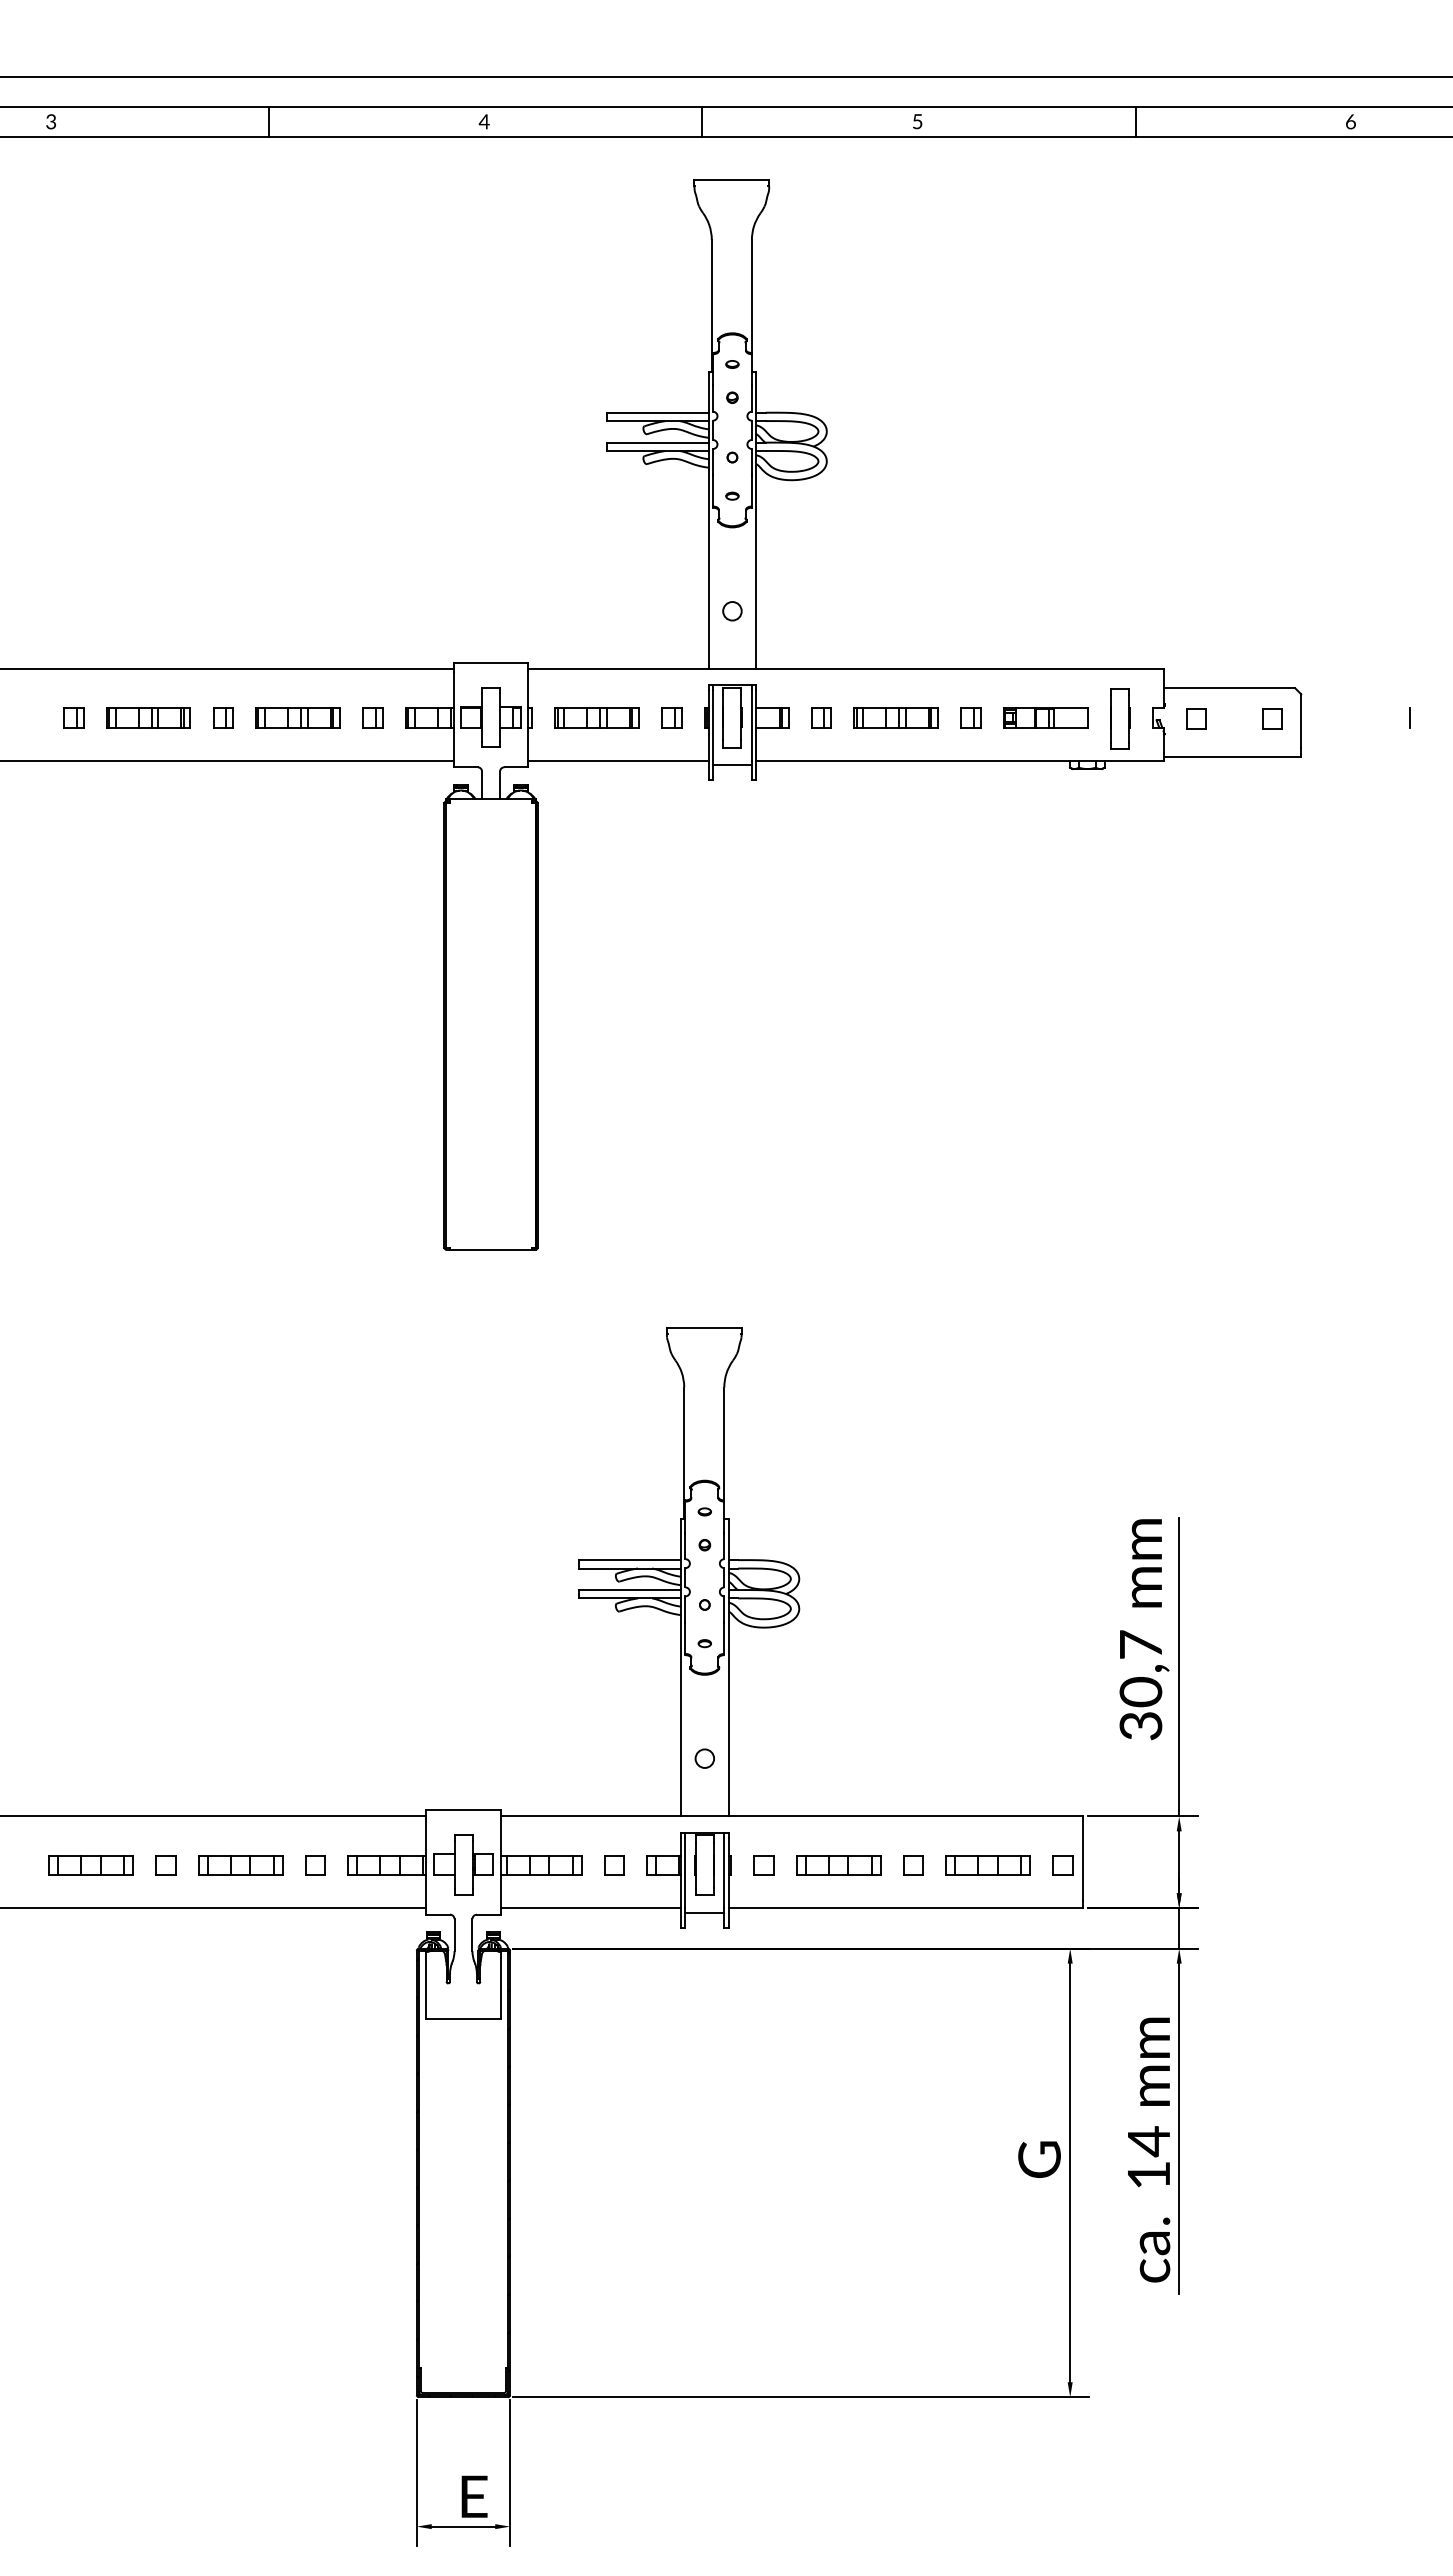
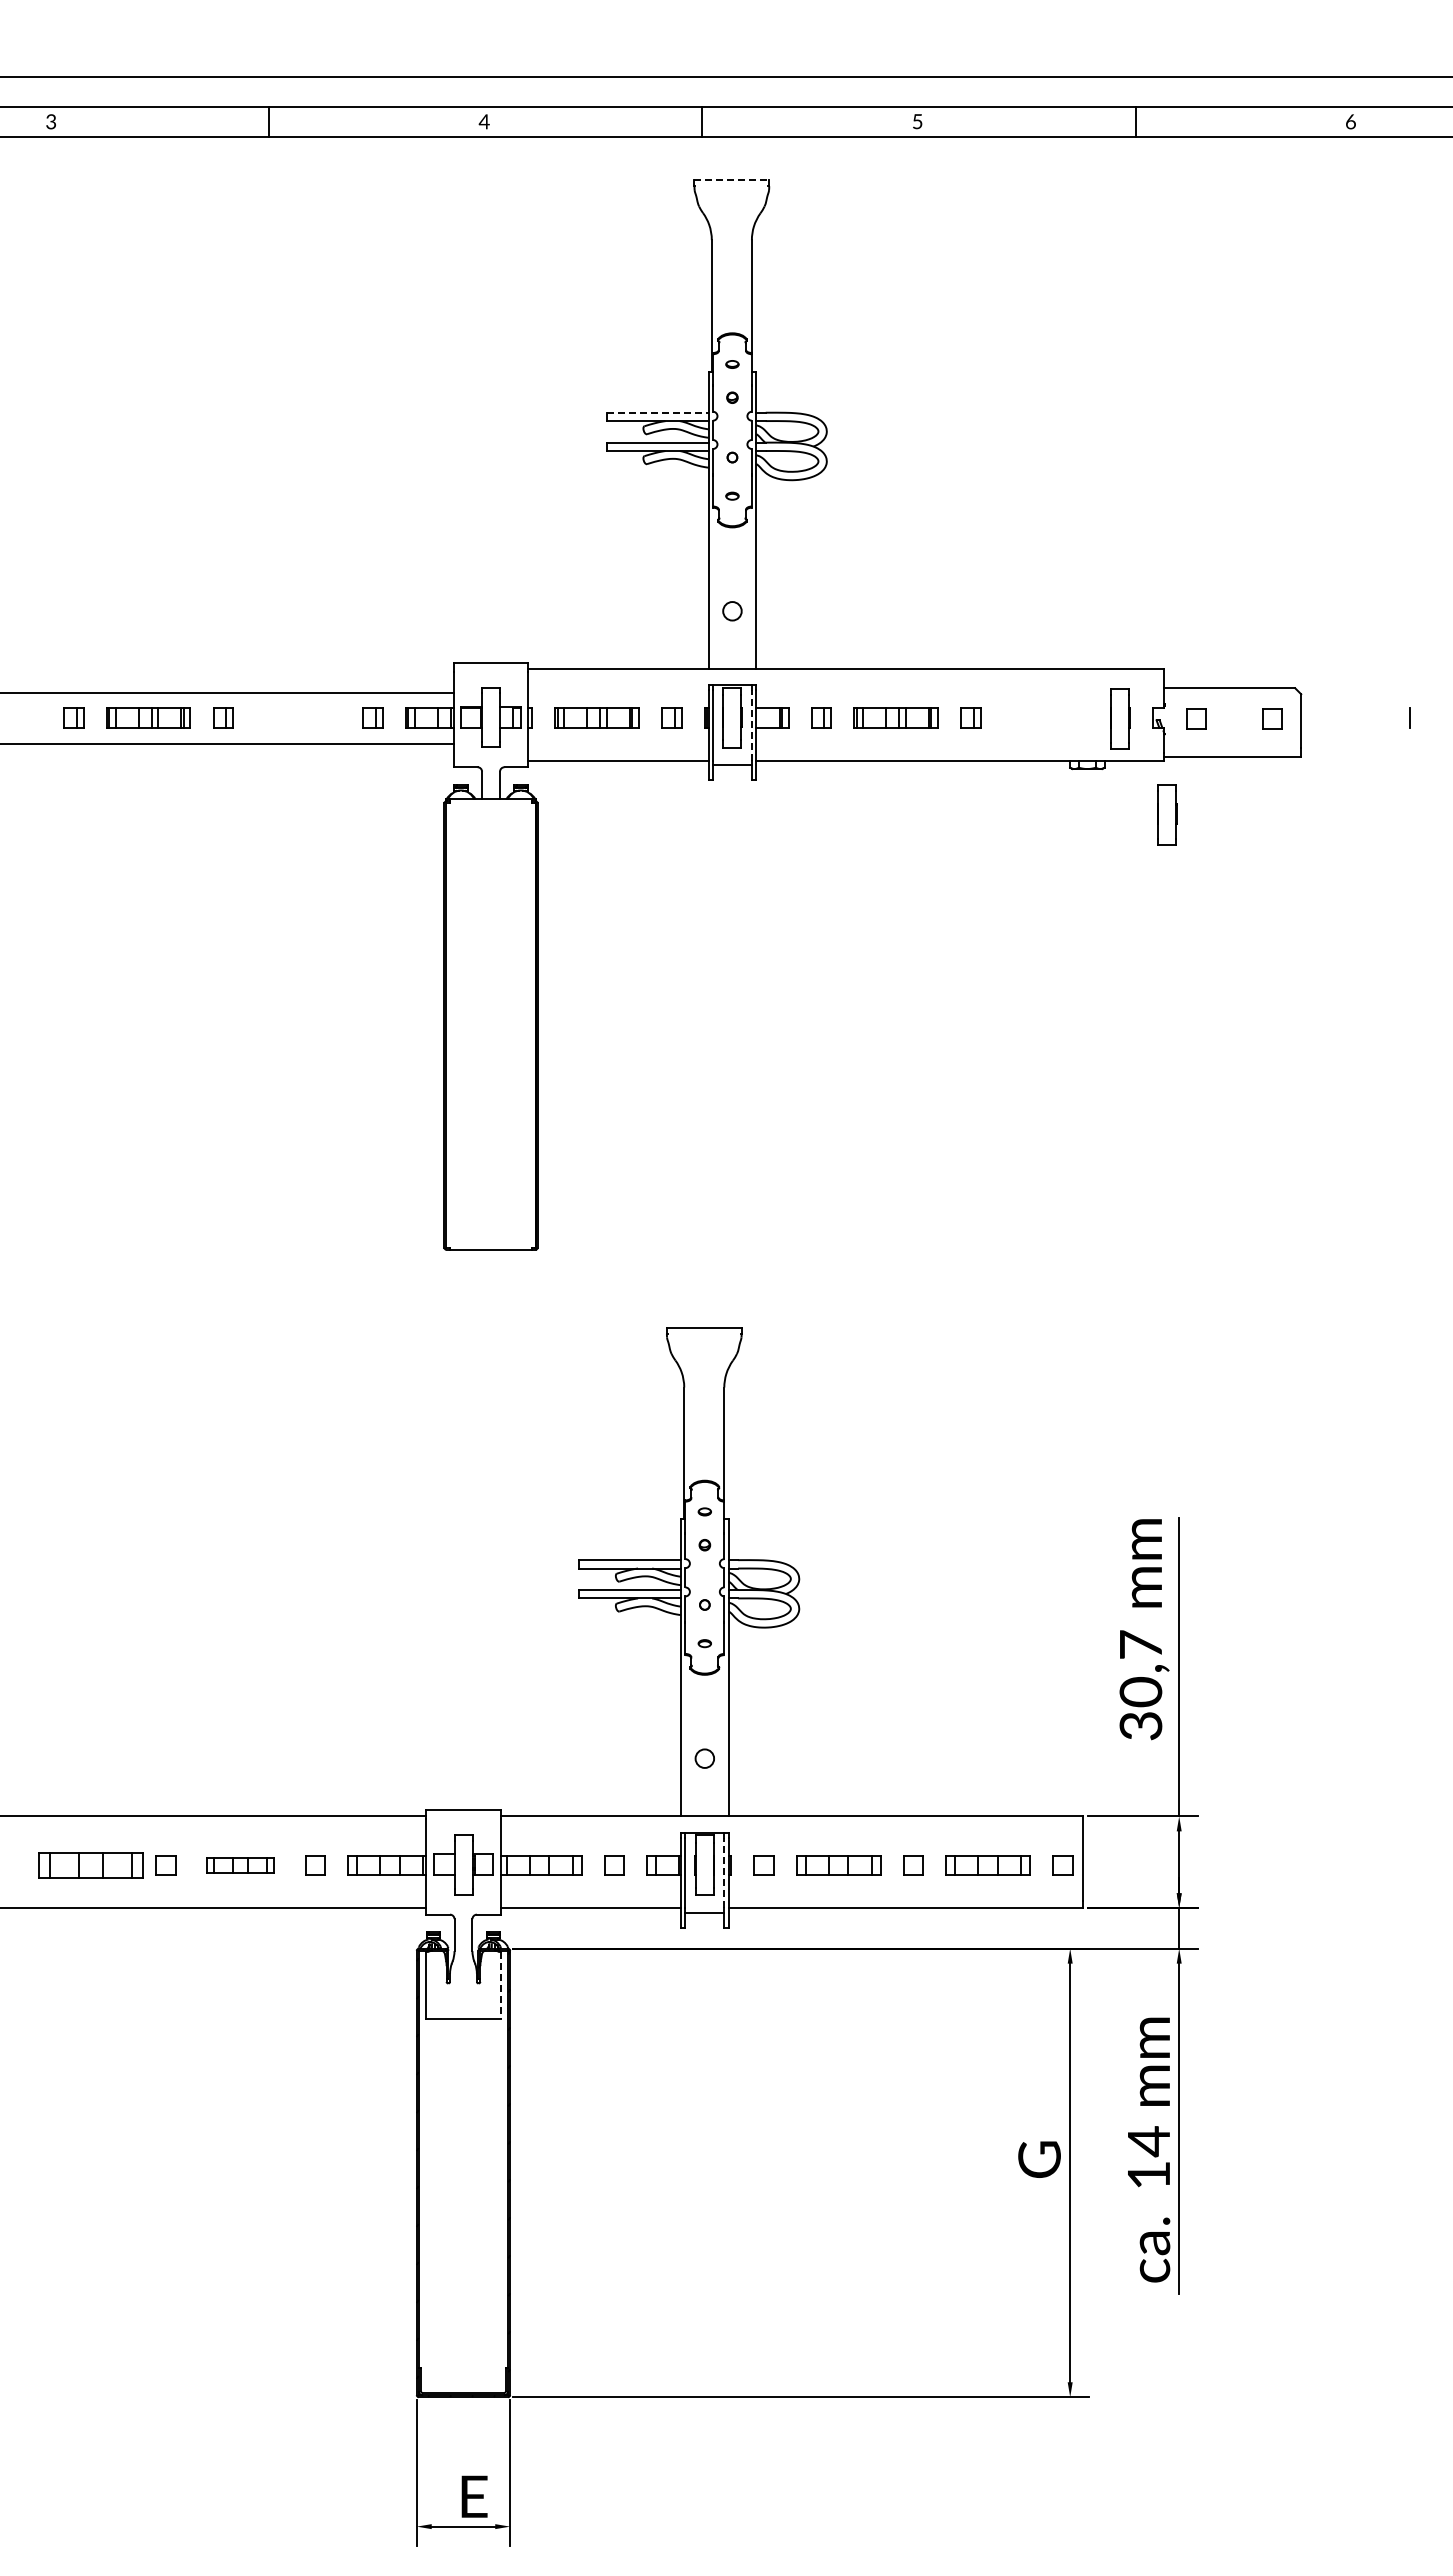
line at (732, 180): solid -> dashed
line at (657, 412): solid -> dashed
line at (227, 669) position: (227, 669) -> (227, 693)
part at (297, 717): present -> none
part at (1045, 717): present -> none
line at (751, 724): solid -> dashed
line at (227, 760) position: (227, 760) -> (227, 743)
part at (1167, 814): none -> present
part at (90, 1865) size: 86x21 px -> 106x27 px
part at (240, 1865) size: 86x21 px -> 69x17 px
line at (724, 1872): solid -> dashed
line at (500, 1985): solid -> dashed
